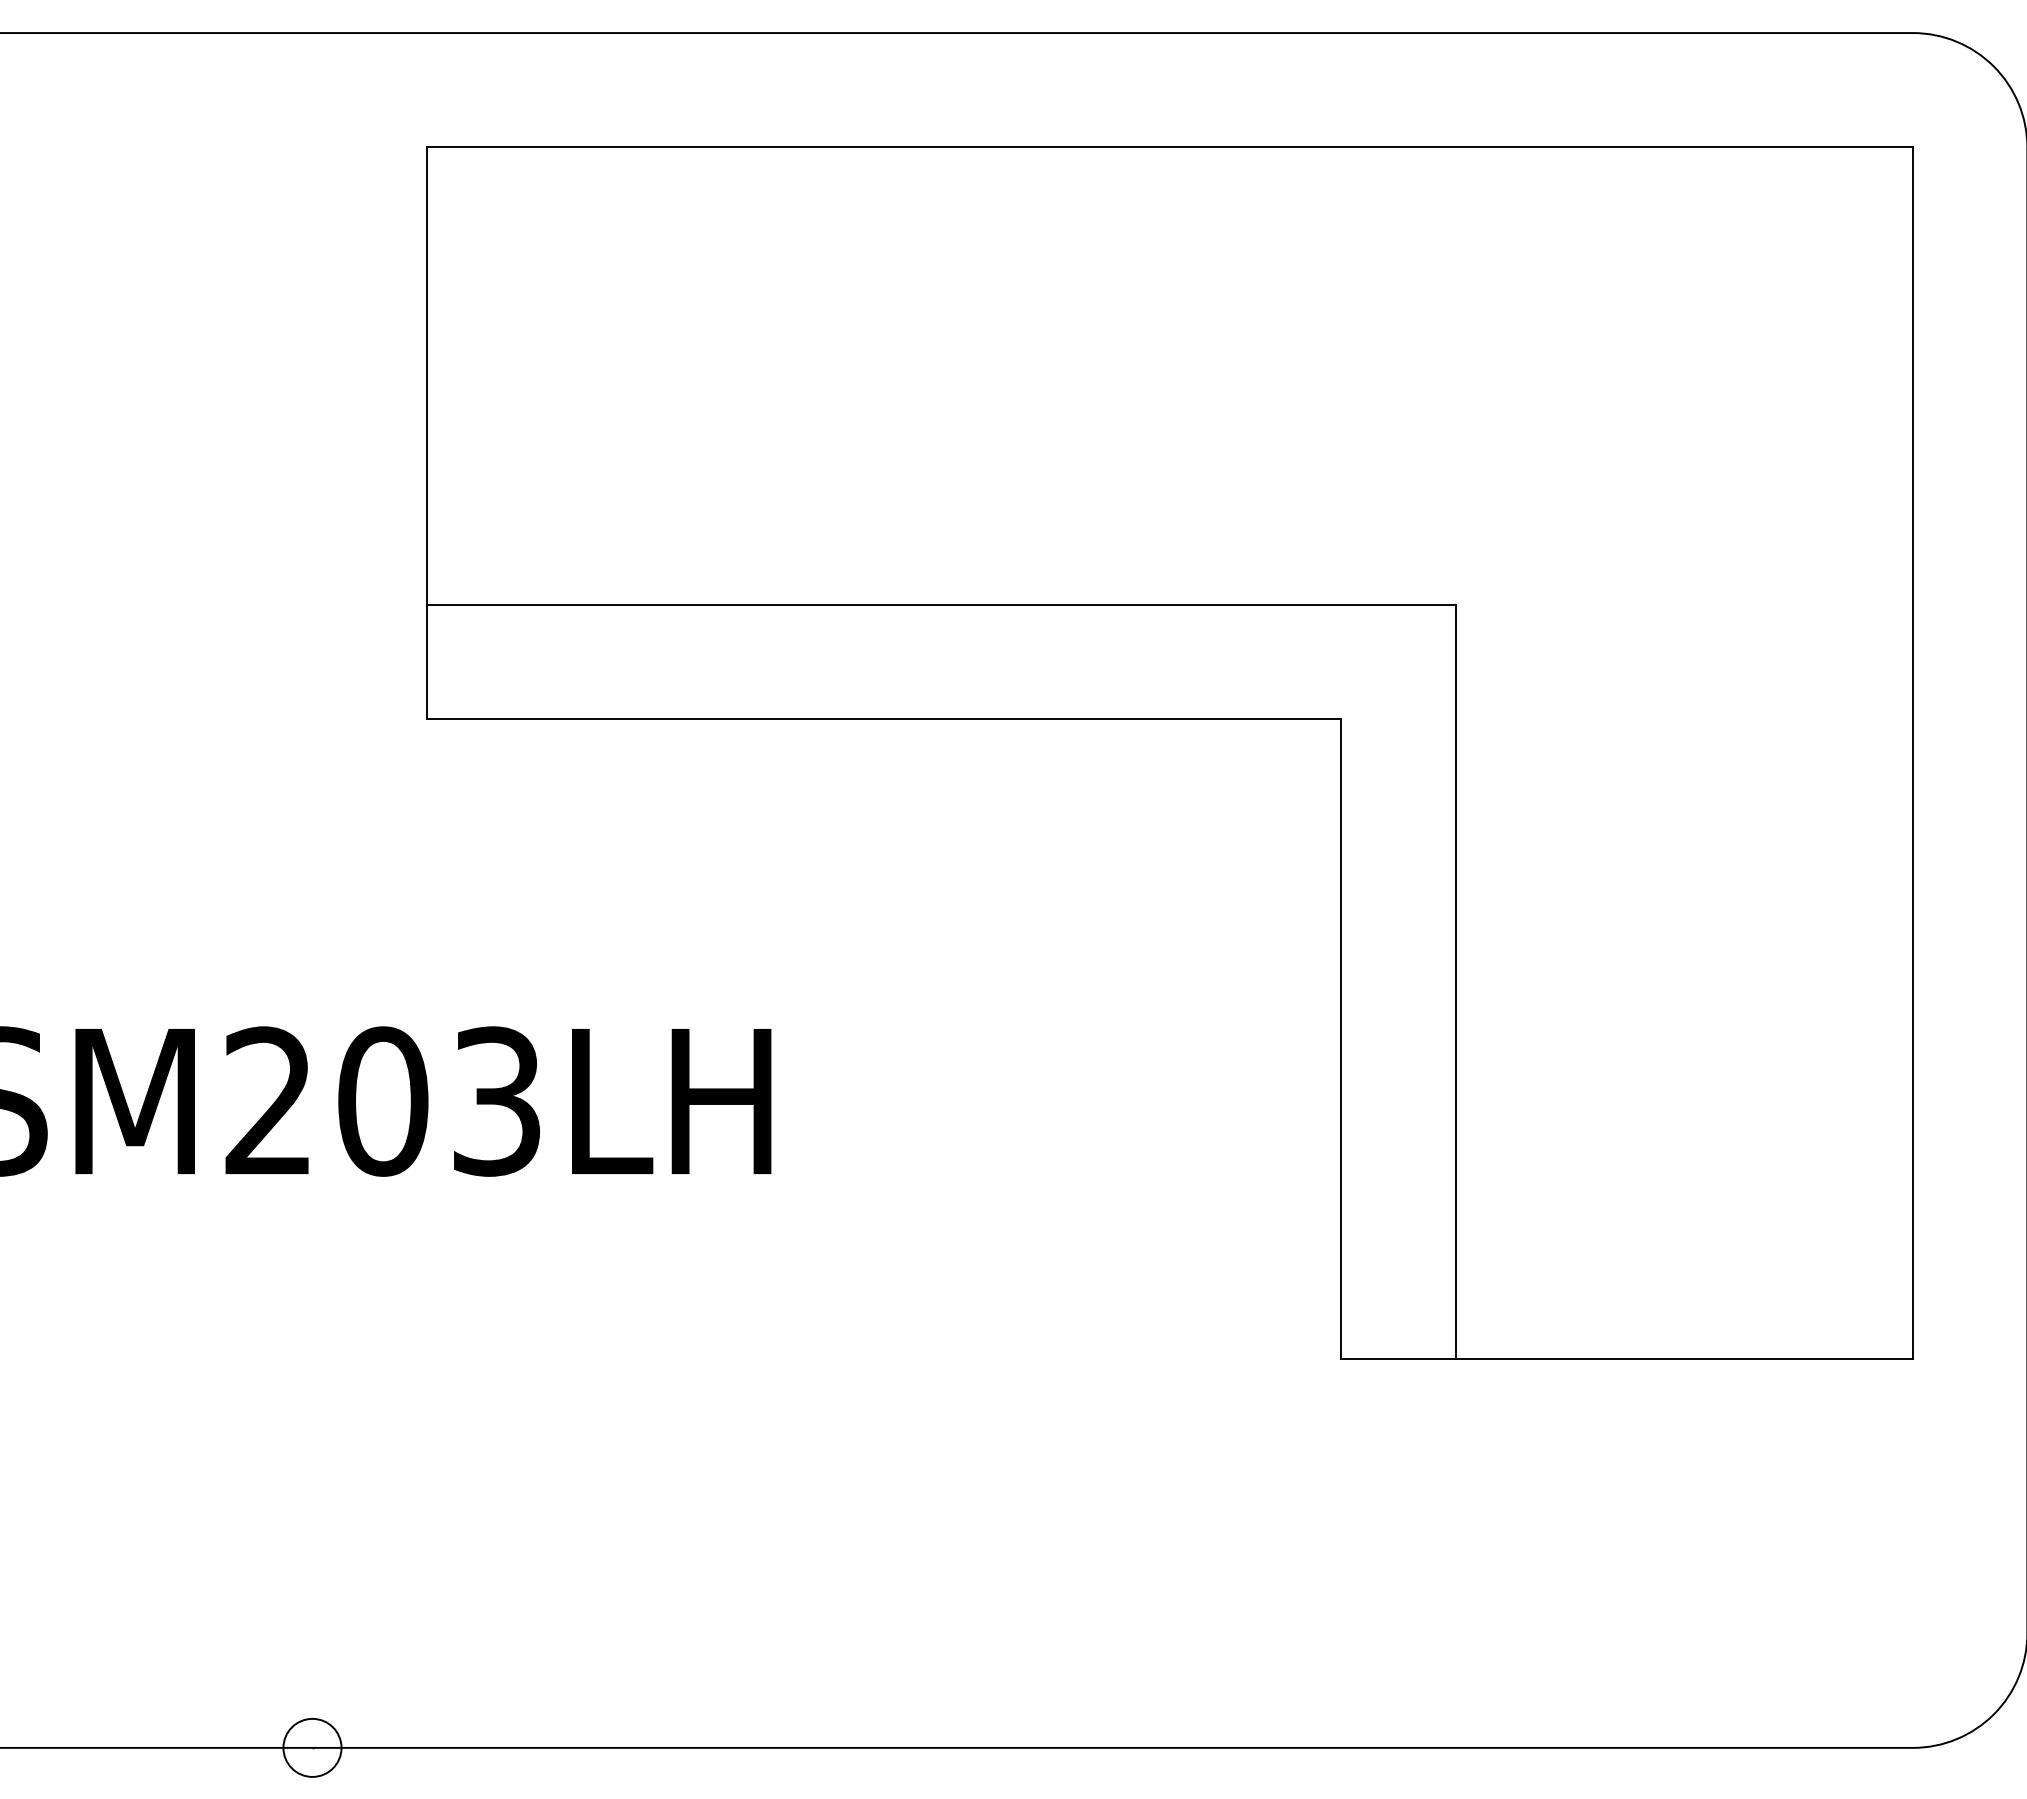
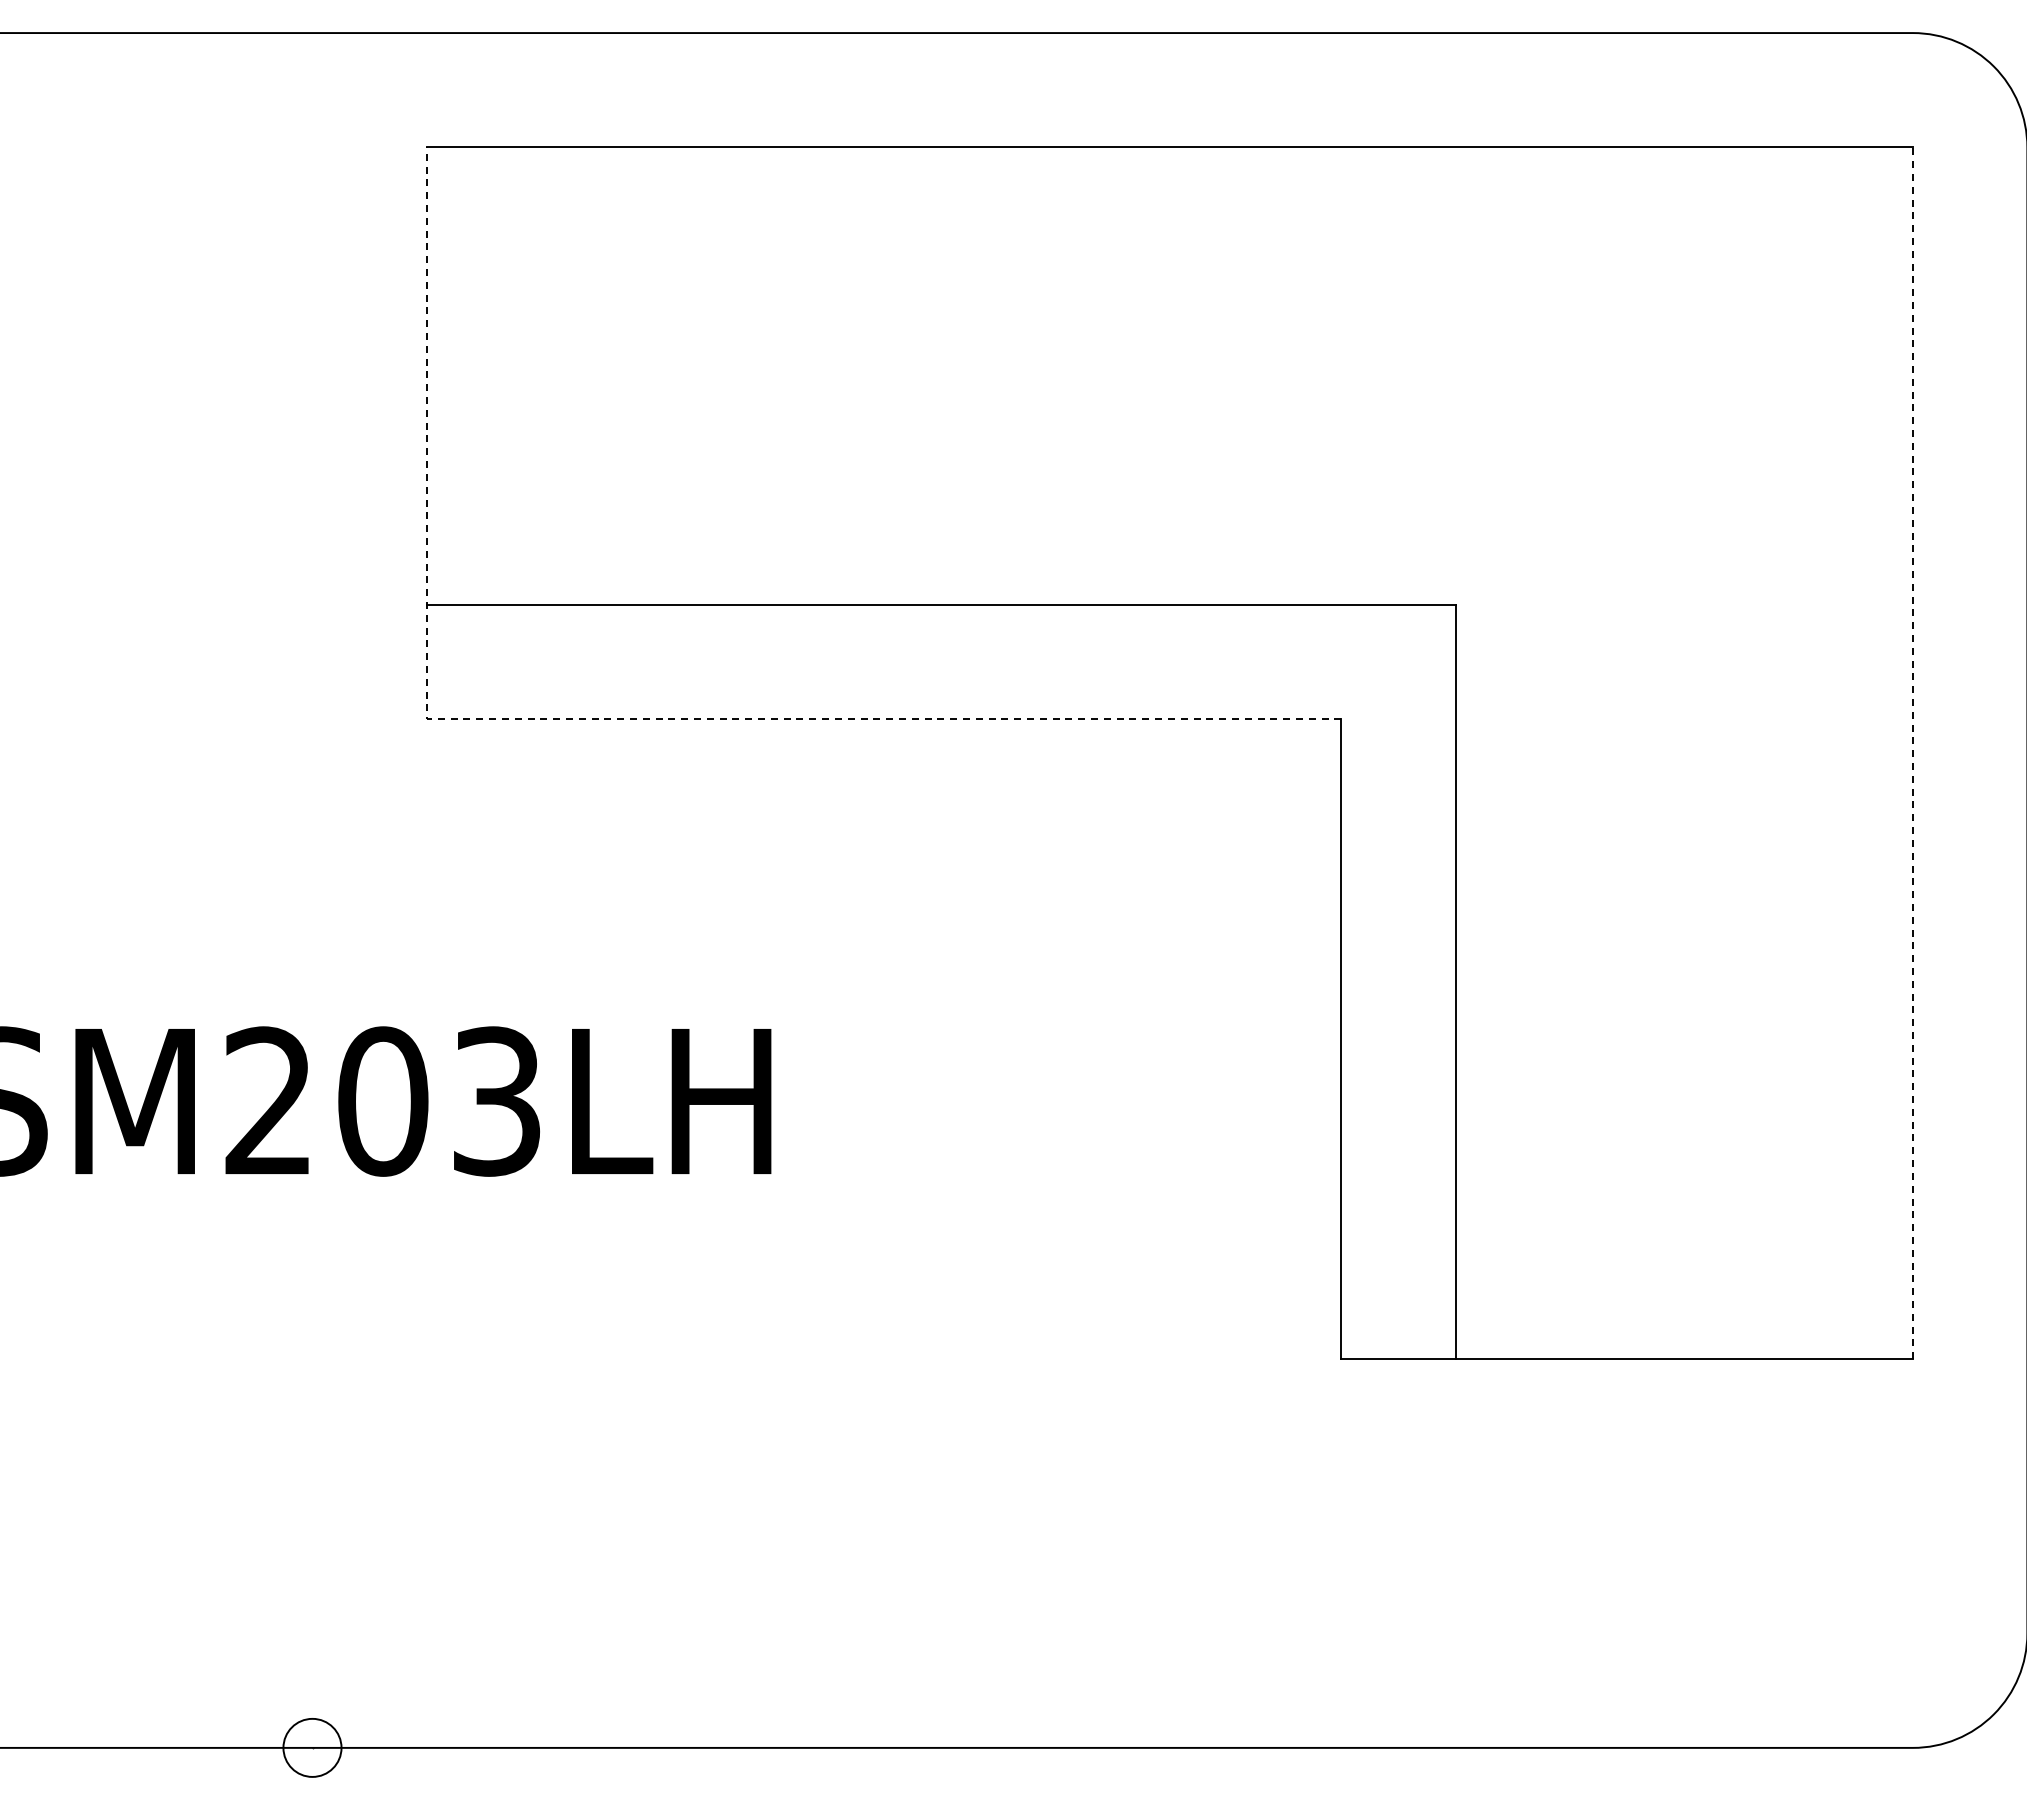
line at (597, 718): solid -> dashed
line at (1913, 753): solid -> dashed
